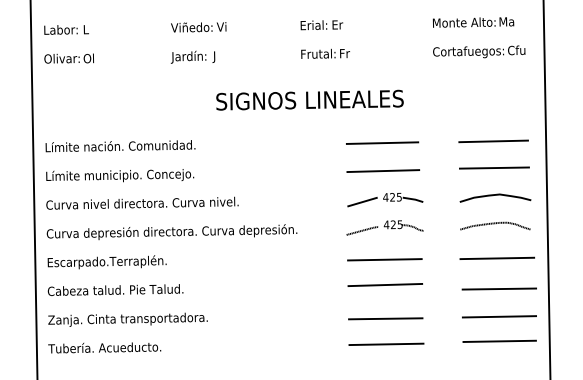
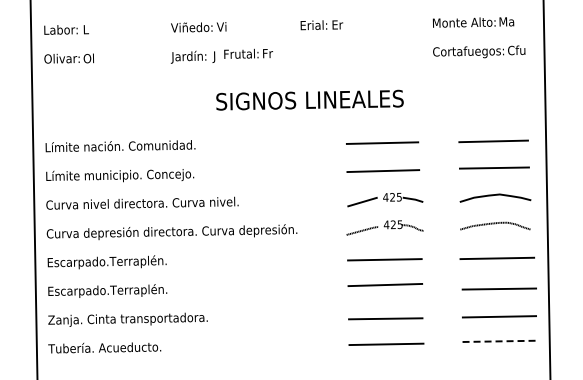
text at (325, 53) position: (325, 53) -> (248, 53)
text at (115, 290): Cabeza talud. Pie Talud. -> Escarpado.Terraplén.
line at (500, 341): solid -> dashed
